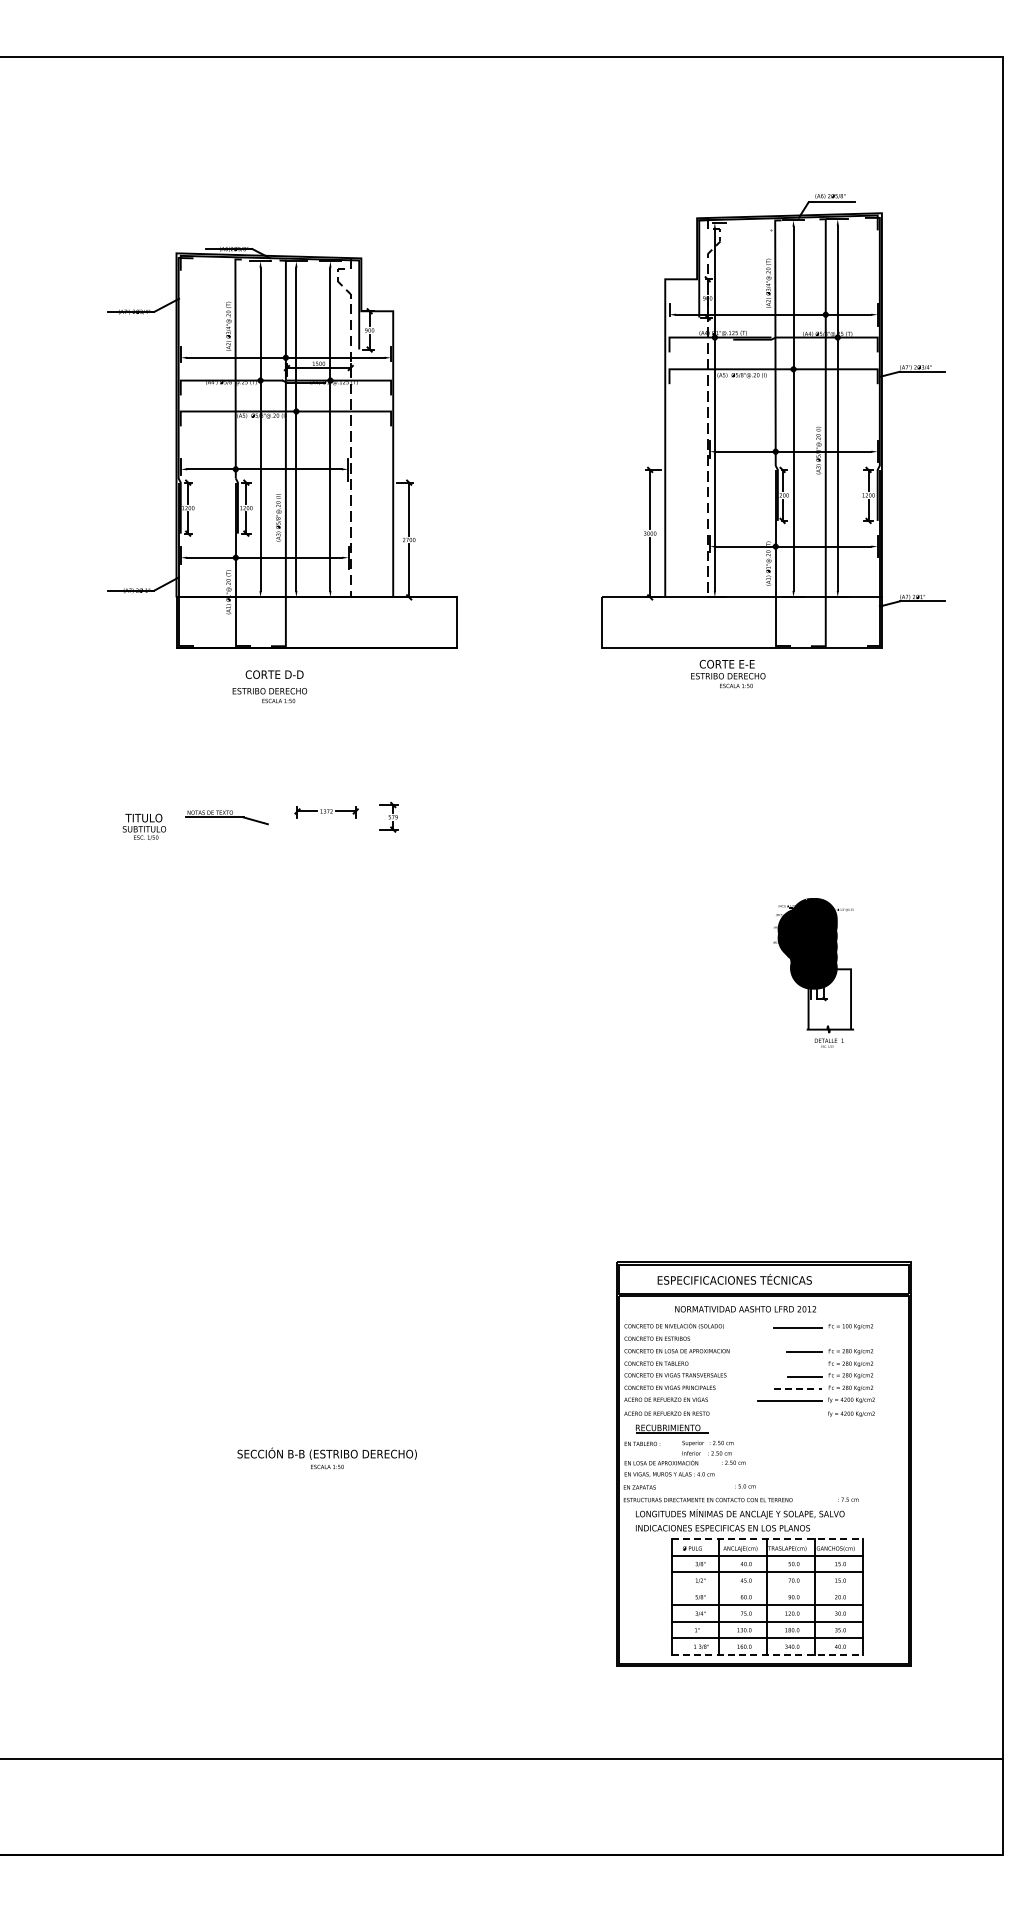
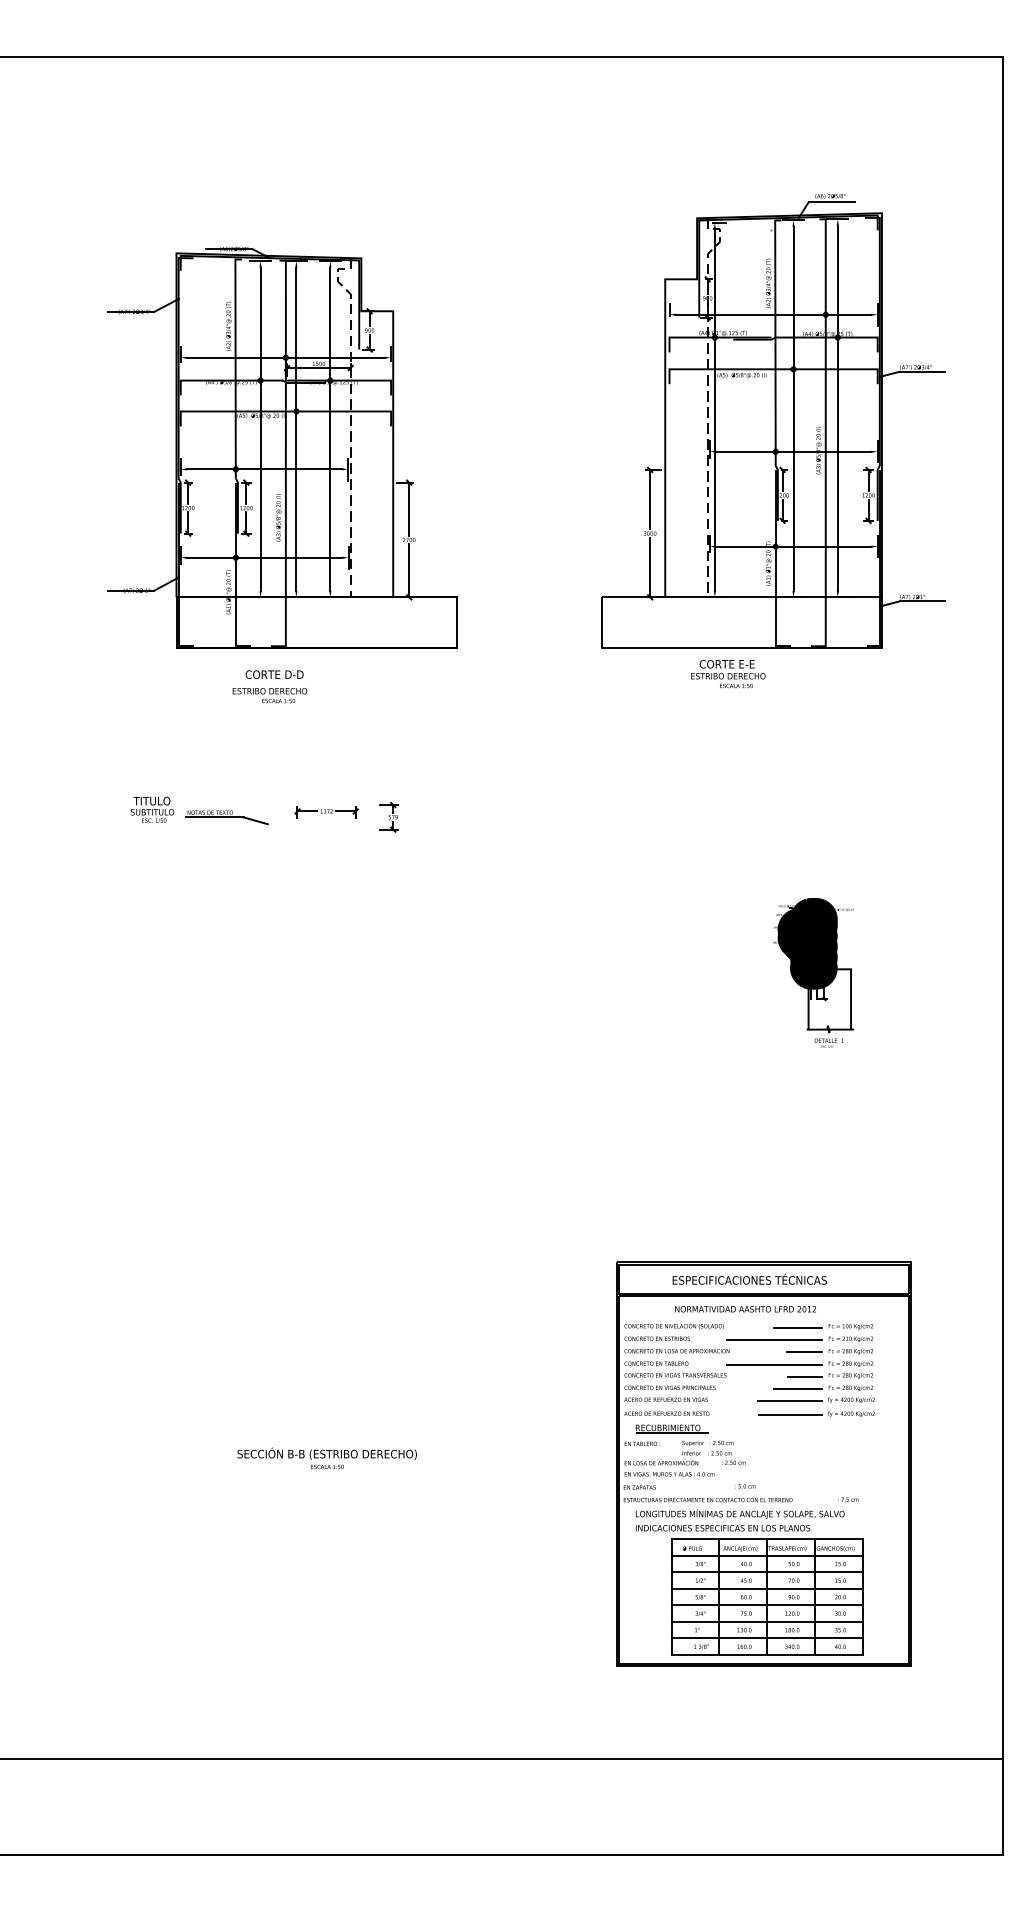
text at (144, 826) position: (144, 826) -> (152, 809)
text at (734, 1279) position: (734, 1279) -> (749, 1279)
part at (799, 1338): none -> present
line at (774, 1364): none -> present
line at (798, 1389): dashed -> solid
line at (790, 1414): none -> present
line at (767, 1539): dashed -> solid
line at (766, 1588): none -> present
line at (767, 1655): dashed -> solid
